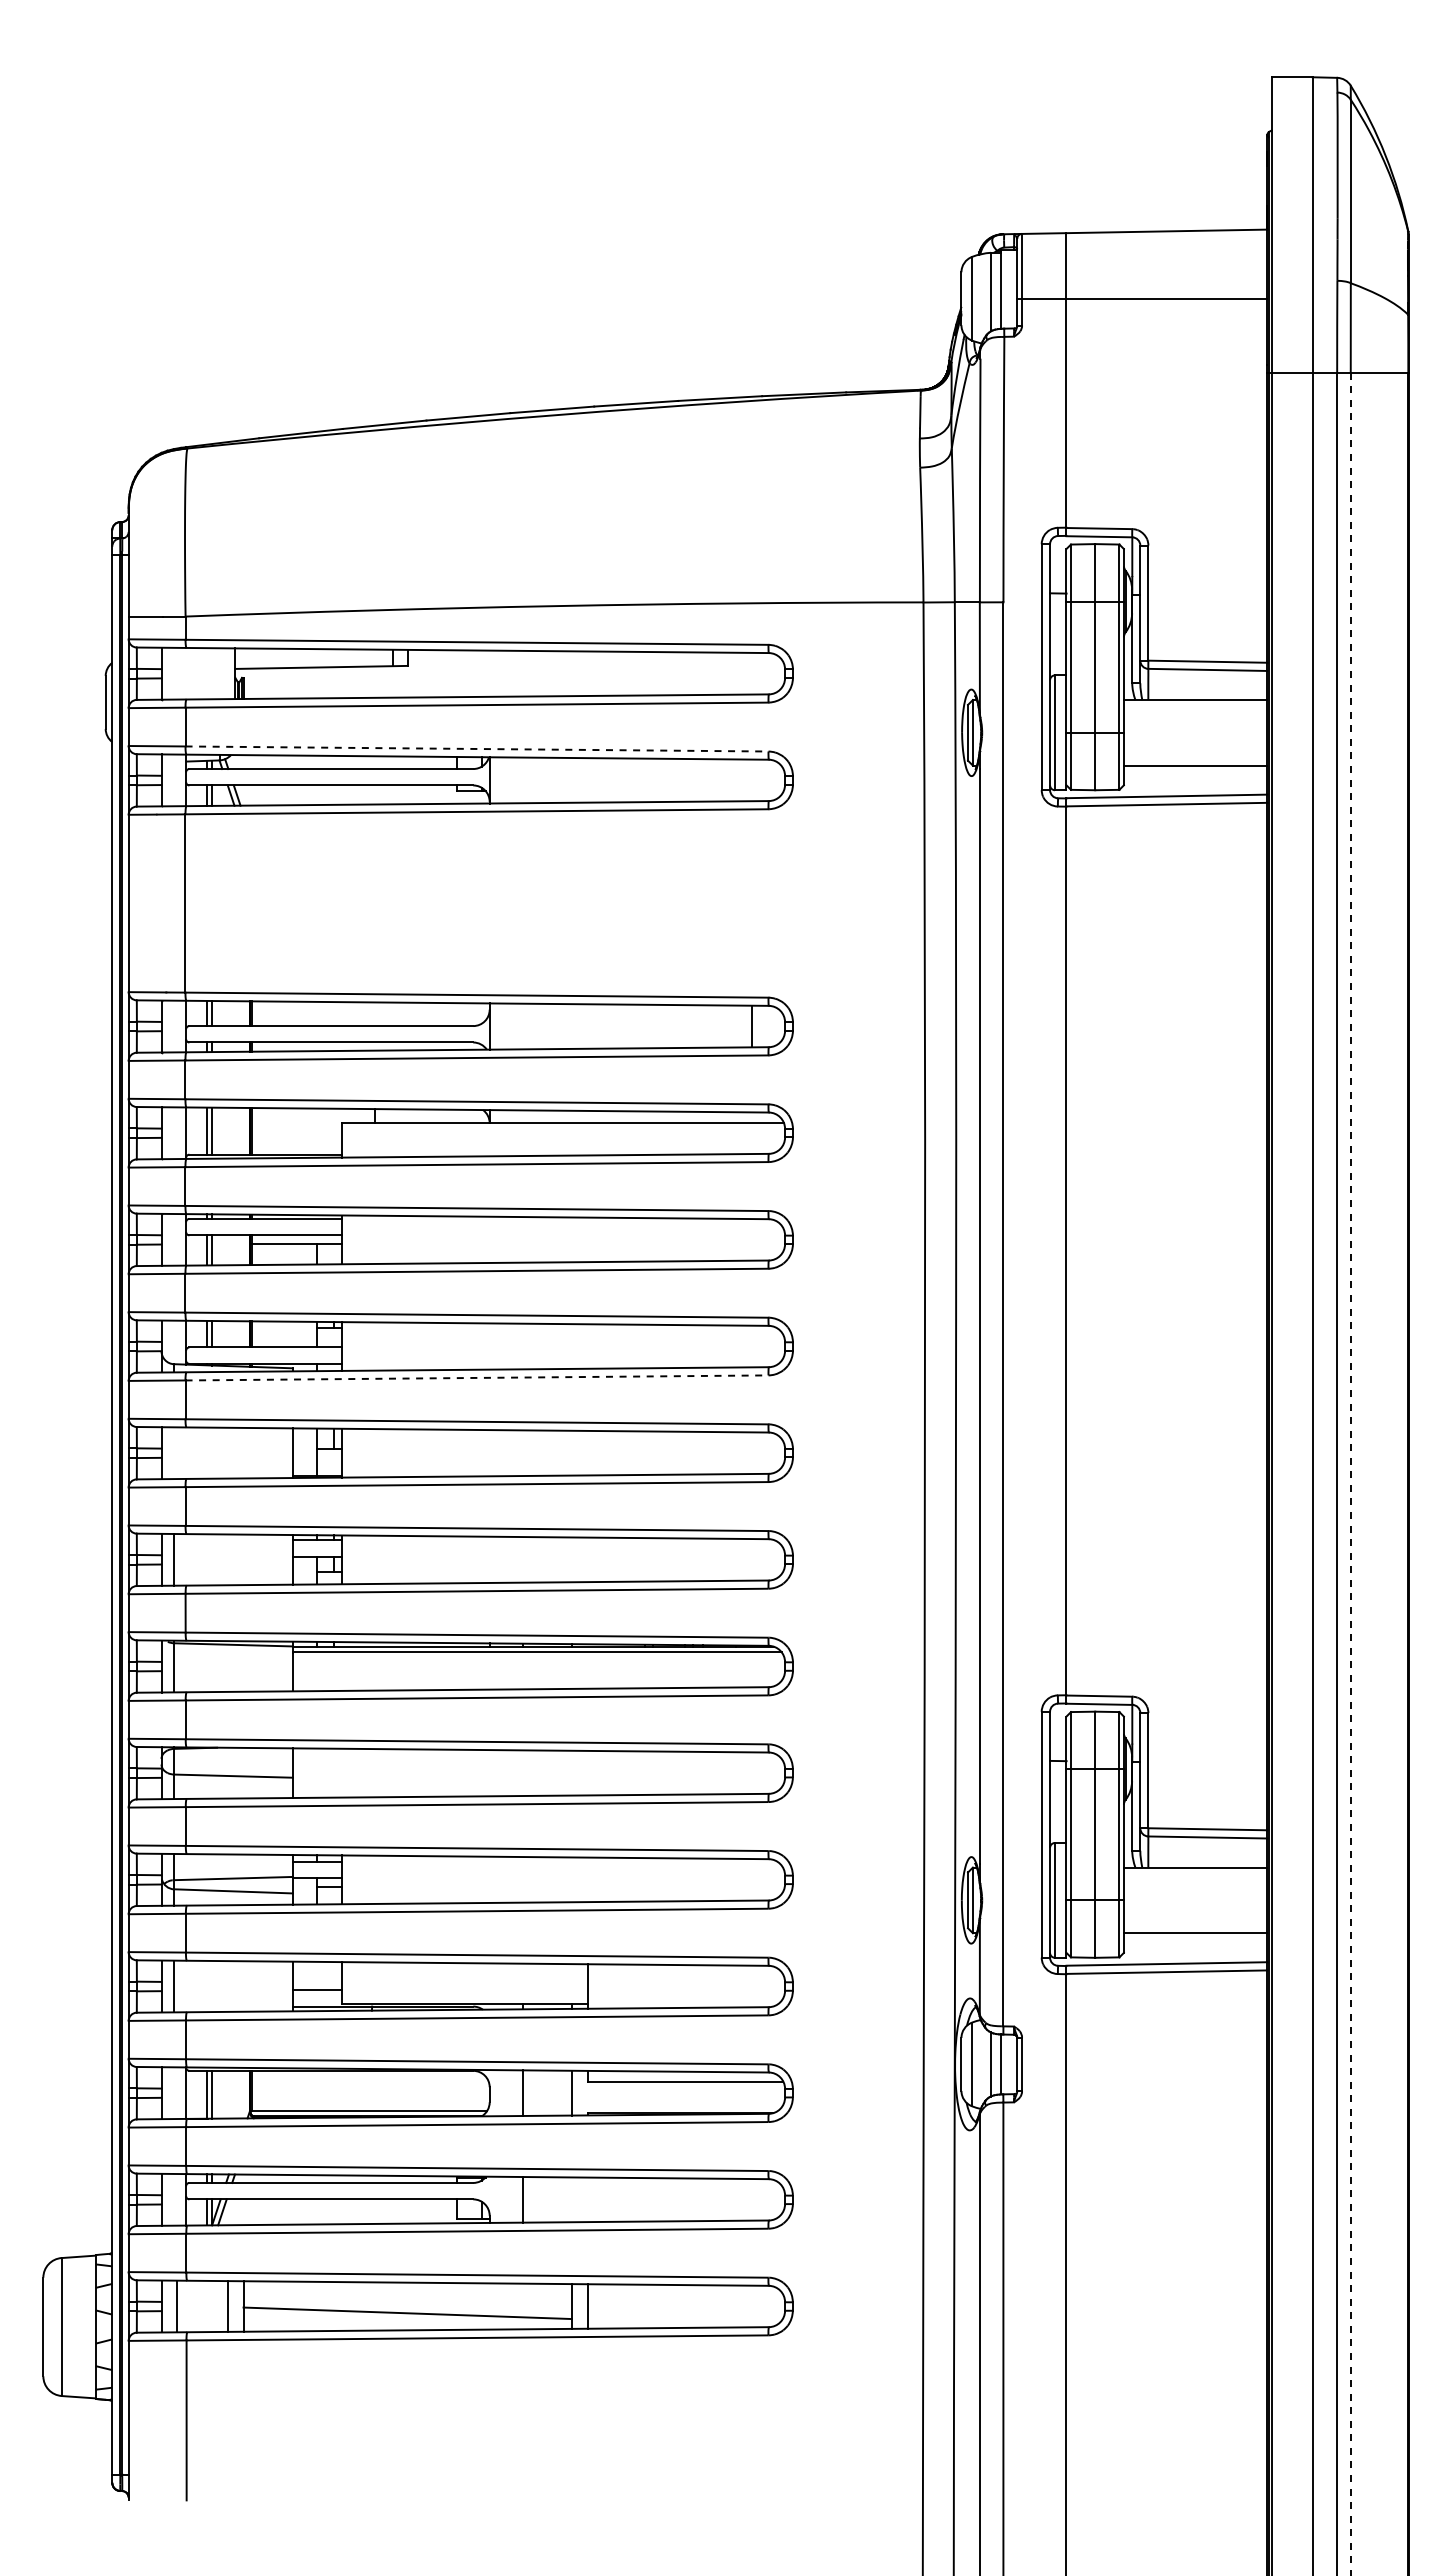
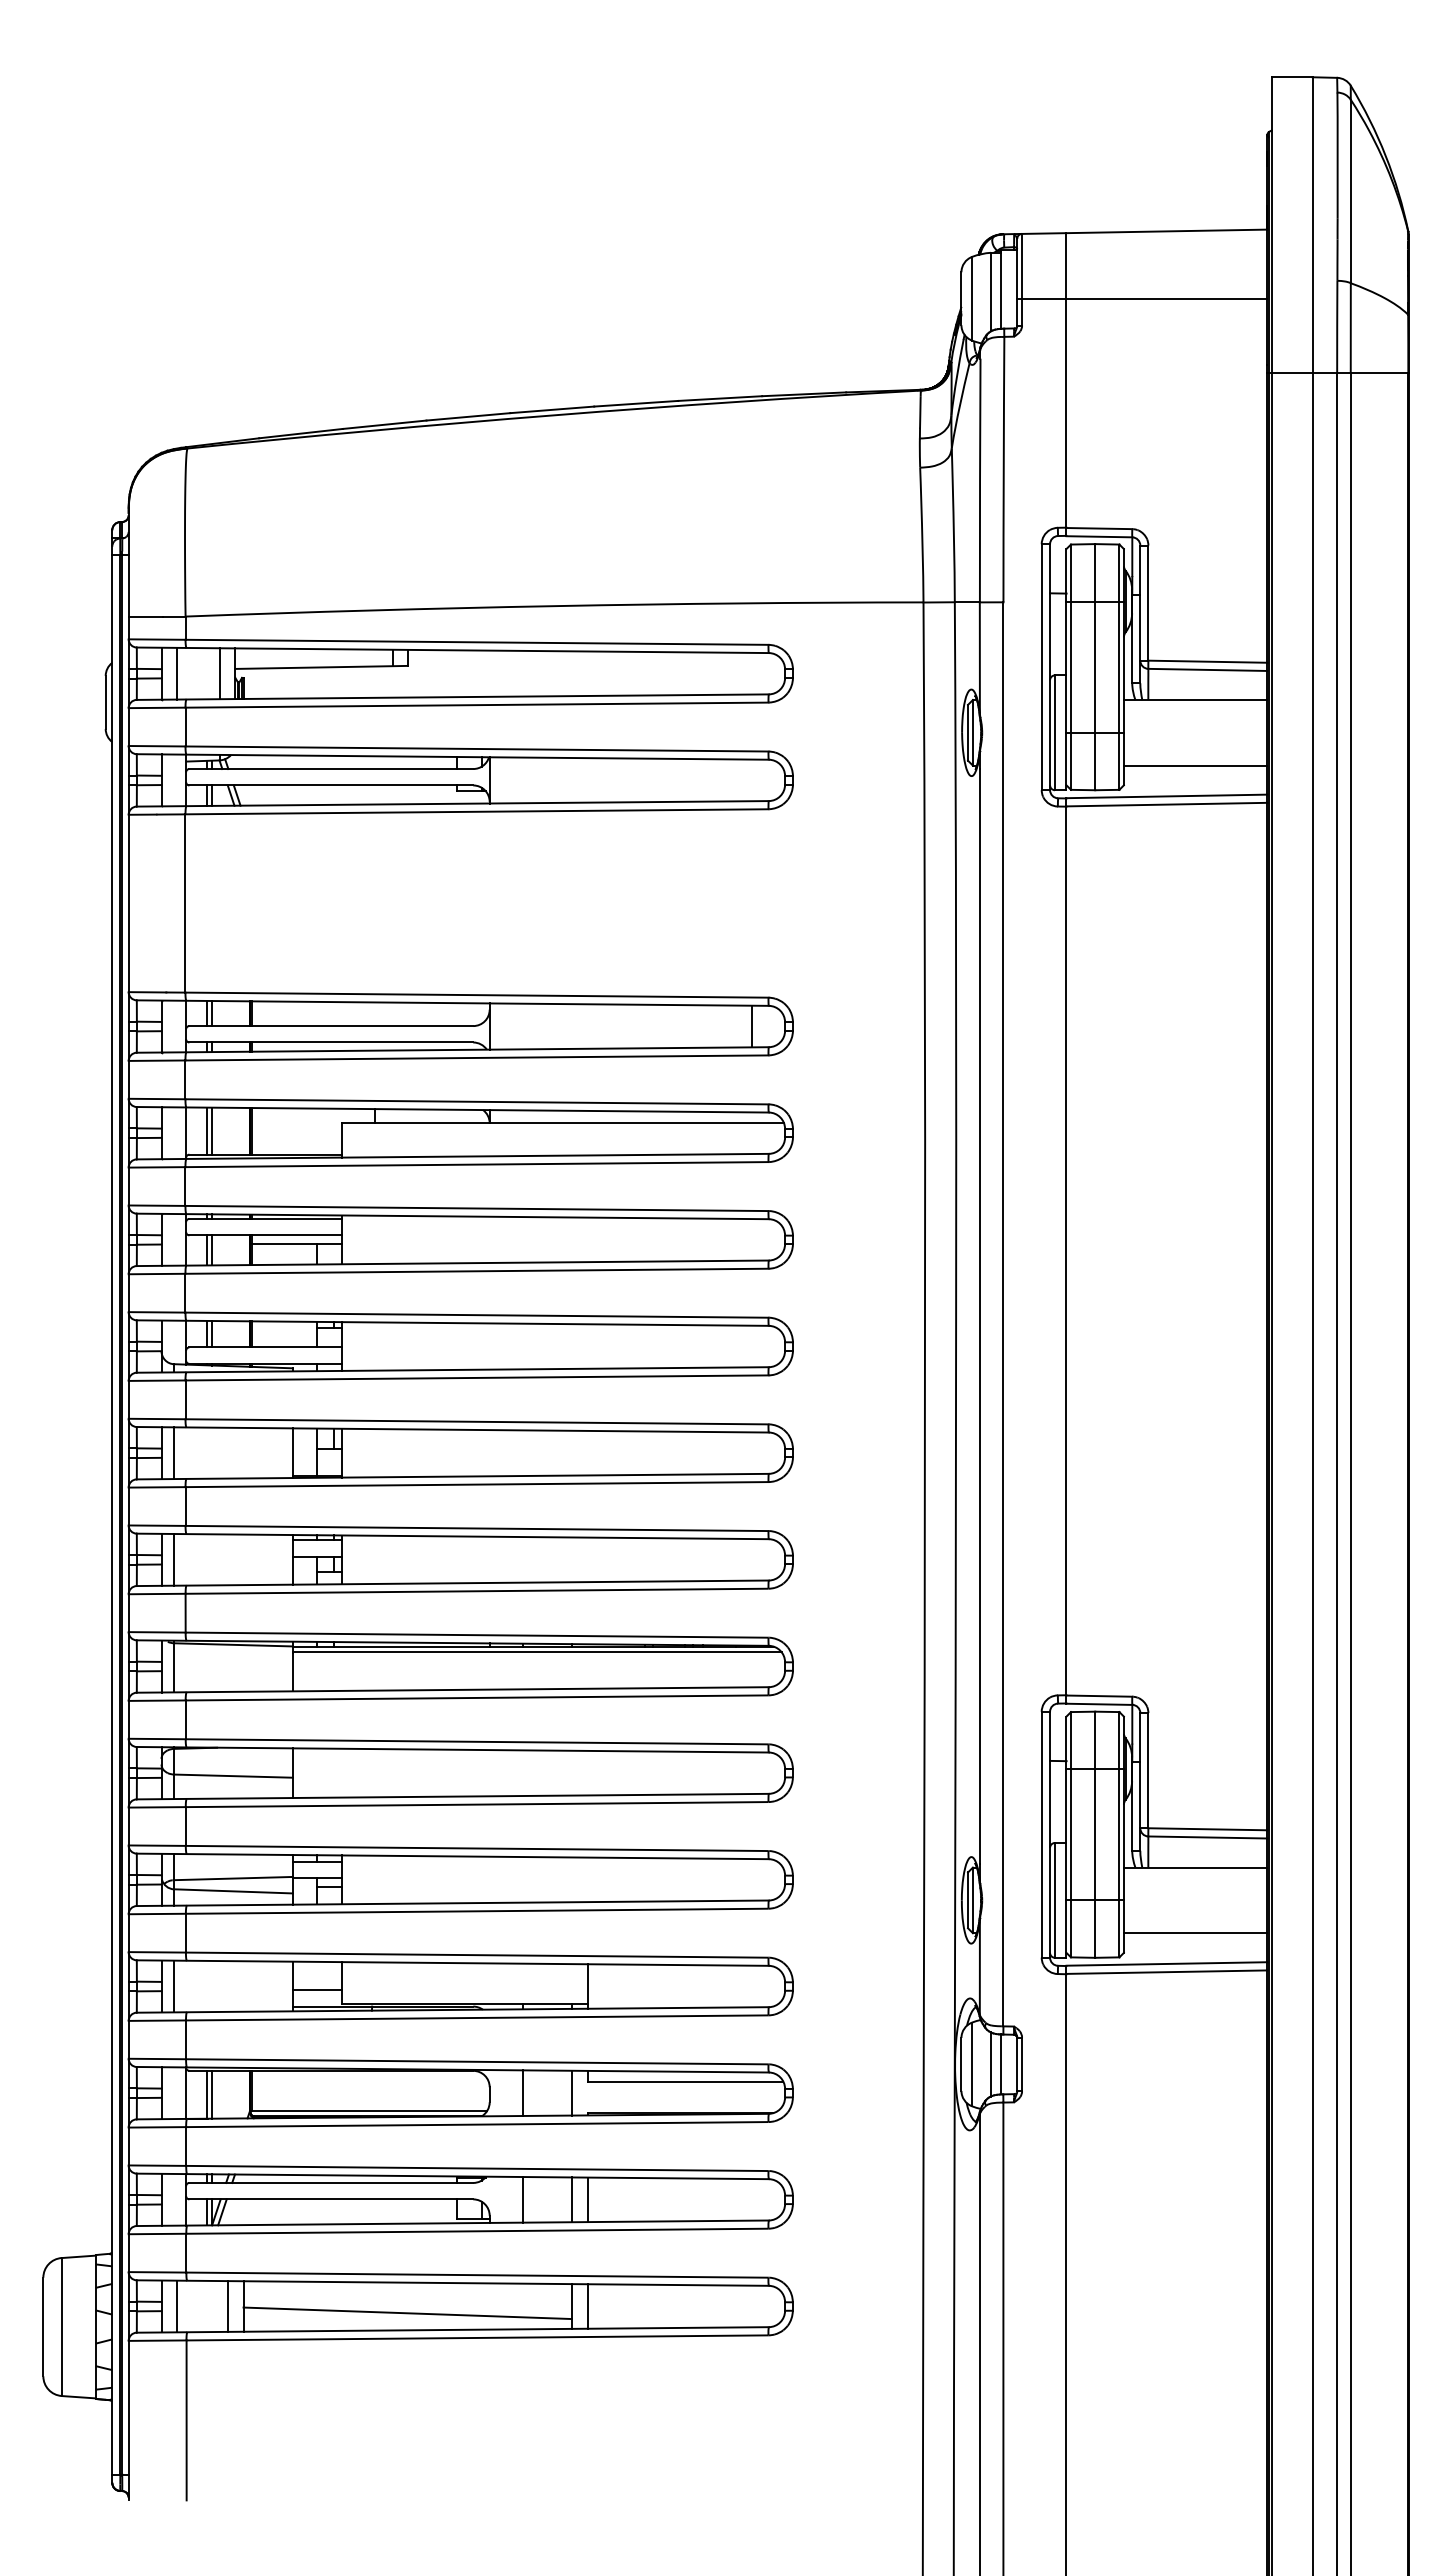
line at (177, 673): none -> present
line at (219, 673): none -> present
line at (477, 748): dashed -> solid
line at (477, 1377): dashed -> solid
line at (174, 1453): none -> present
line at (1350, 1474): dashed -> solid
line at (571, 2199): none -> present
line at (588, 2199): none -> present
